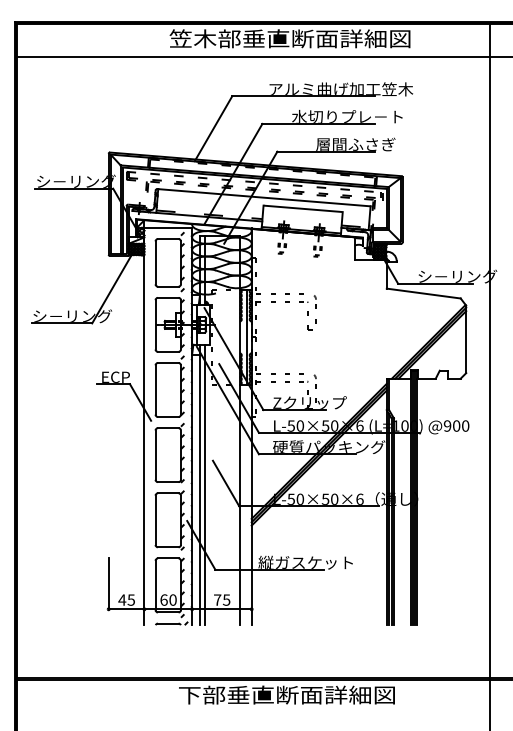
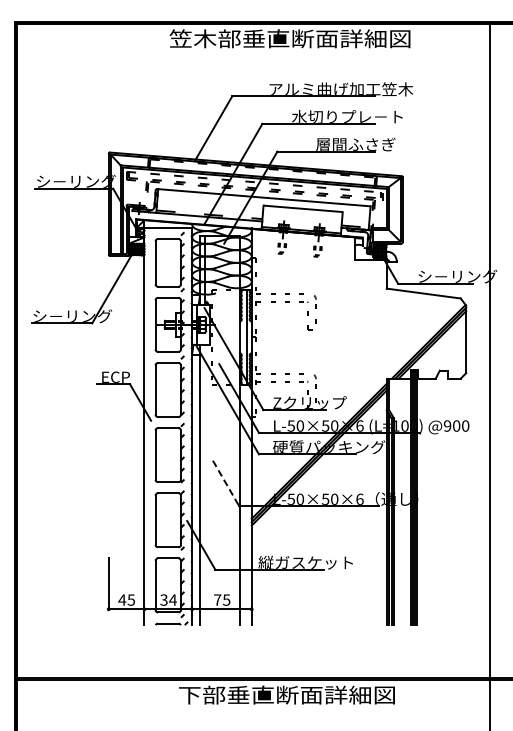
line at (263, 57): present -> none
line at (226, 483): solid -> dashed
line at (204, 484): present -> none
text at (168, 599): 60 -> 34
